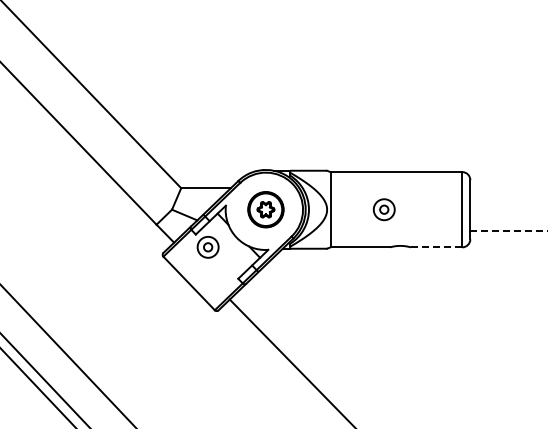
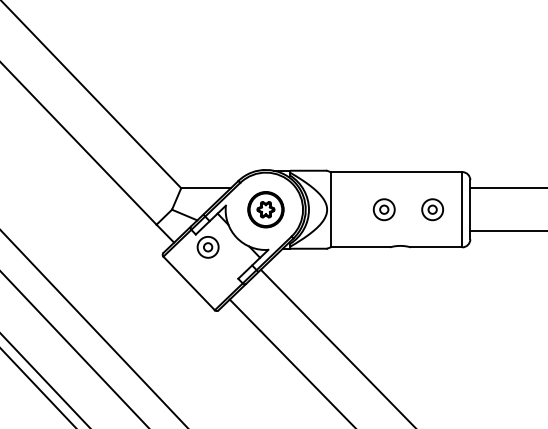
line at (507, 188): none -> present
part at (432, 209): none -> present
line at (509, 231): dashed -> solid
line at (436, 247): dashed -> solid
line at (93, 328): none -> present
line at (336, 347): none -> present
line at (67, 355) position: (67, 355) -> (74, 349)
